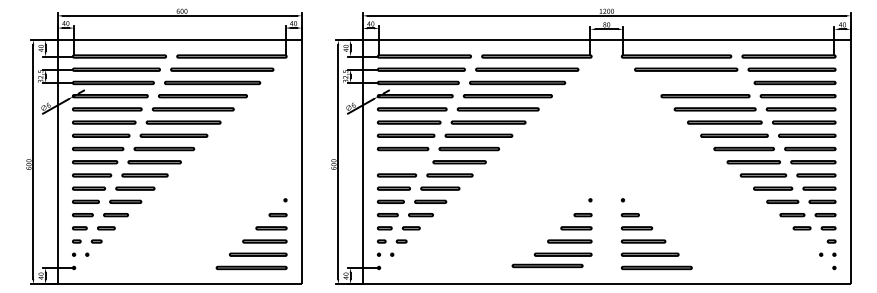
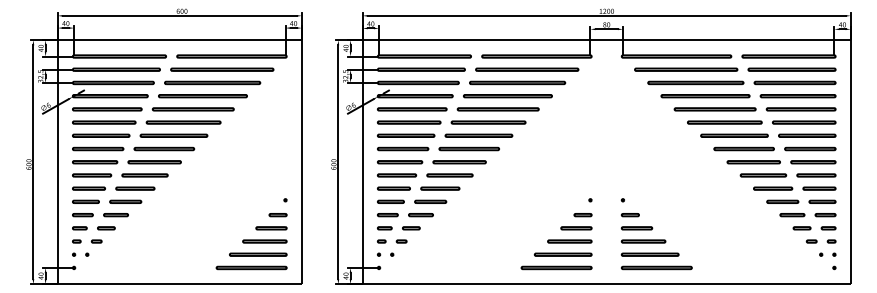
part at (695, 82): none -> present
line at (400, 162): none -> present
part at (811, 241): none -> present
part at (547, 265) position: (547, 265) -> (556, 267)
